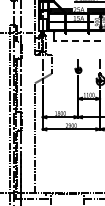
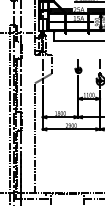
line at (79, 40): dashed -> solid
